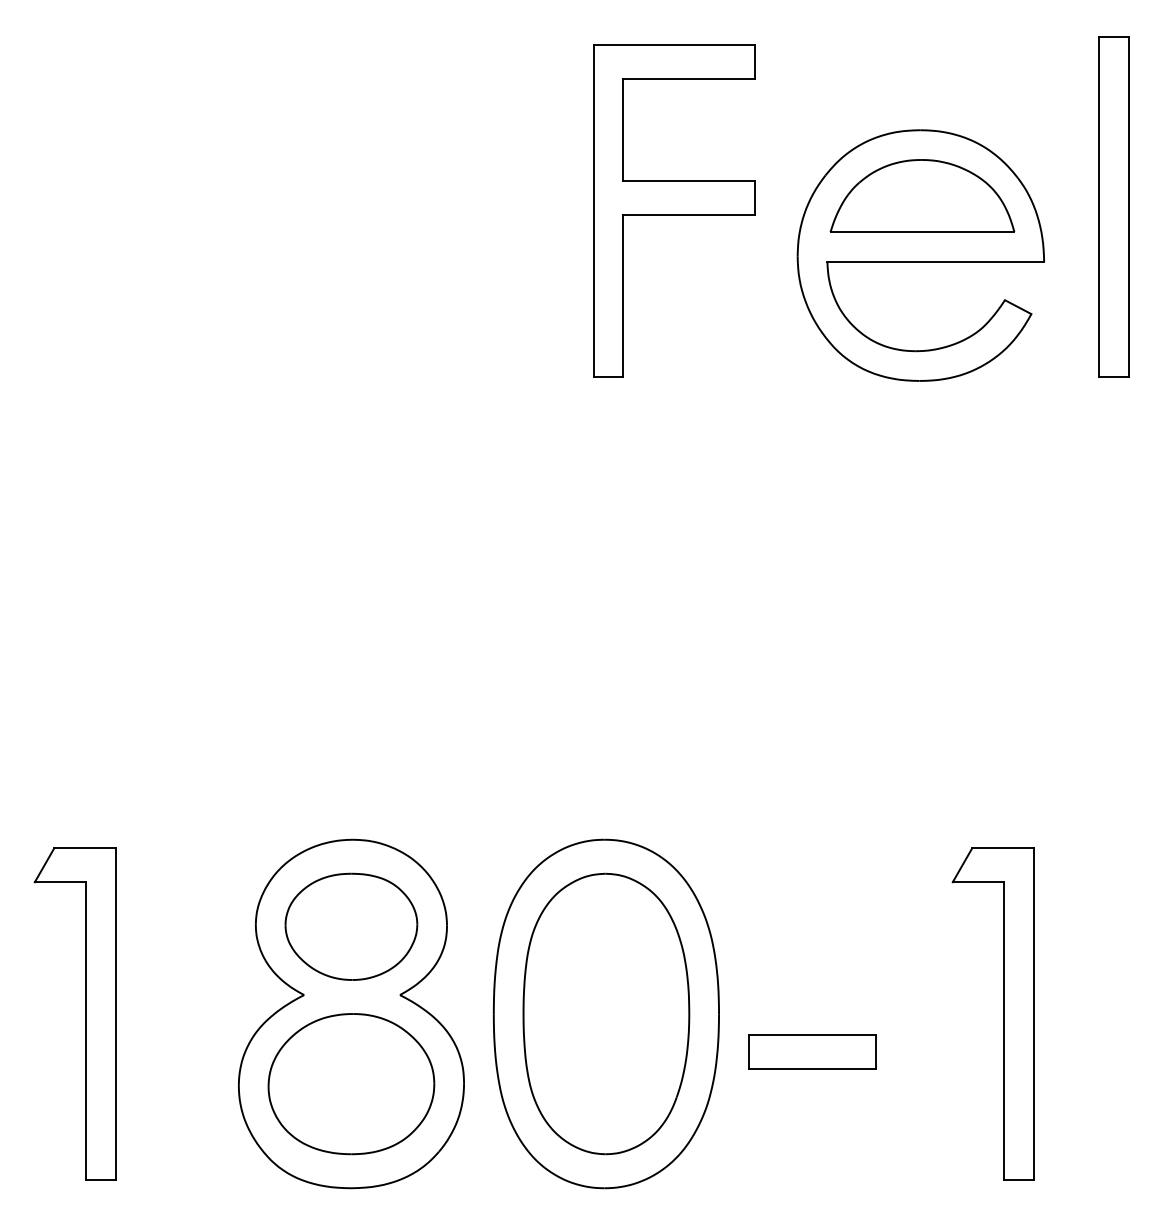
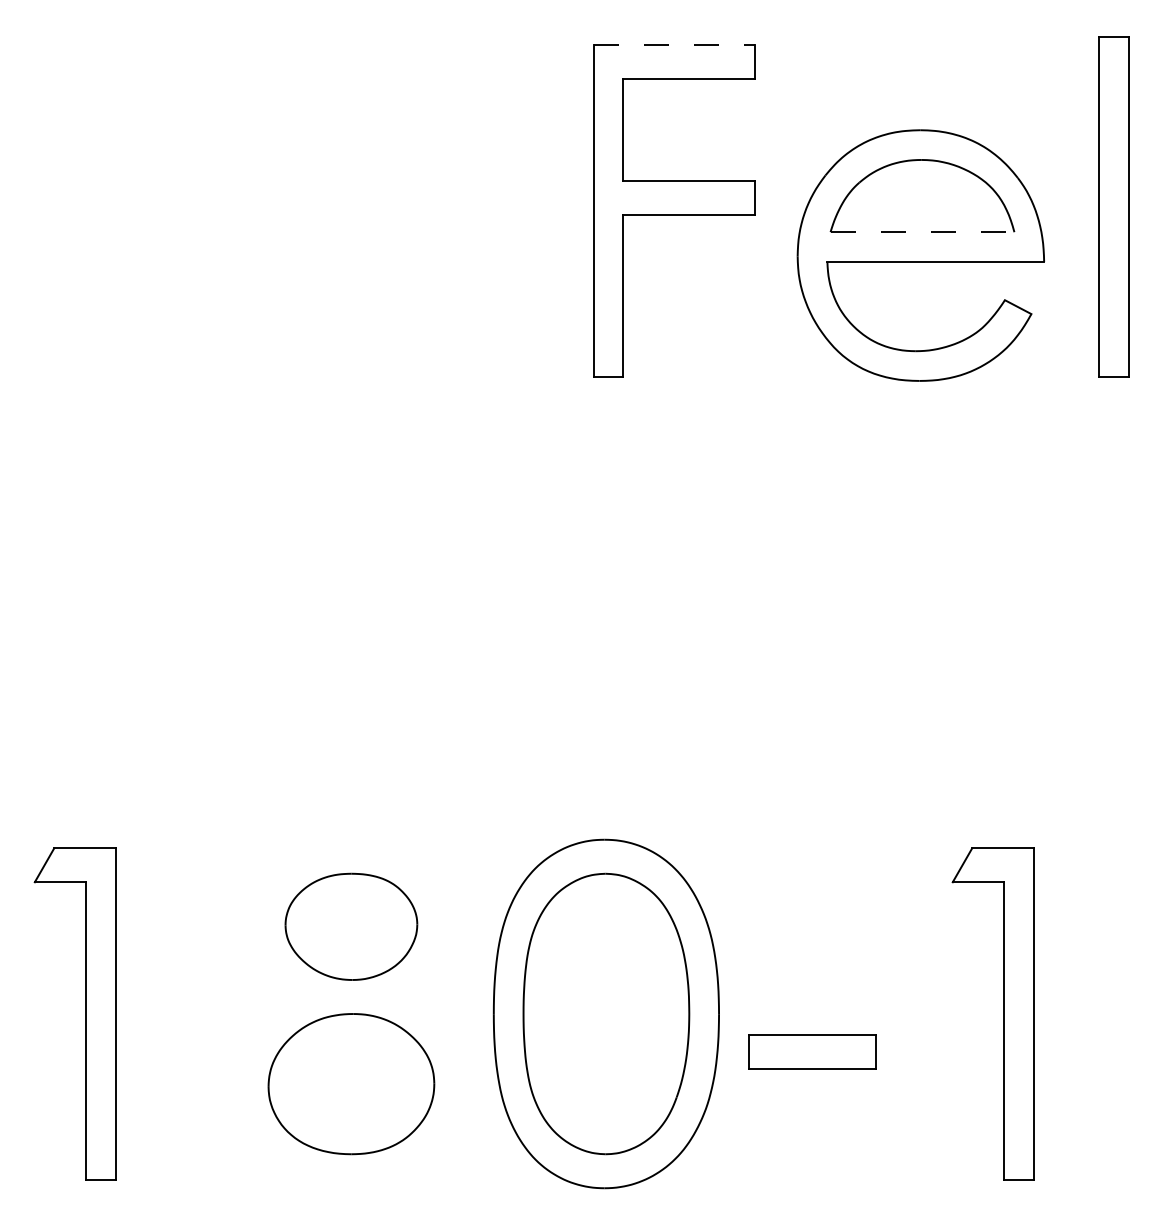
line at (674, 45): solid -> dashed
line at (922, 232): solid -> dashed
part at (351, 1013): present -> none
